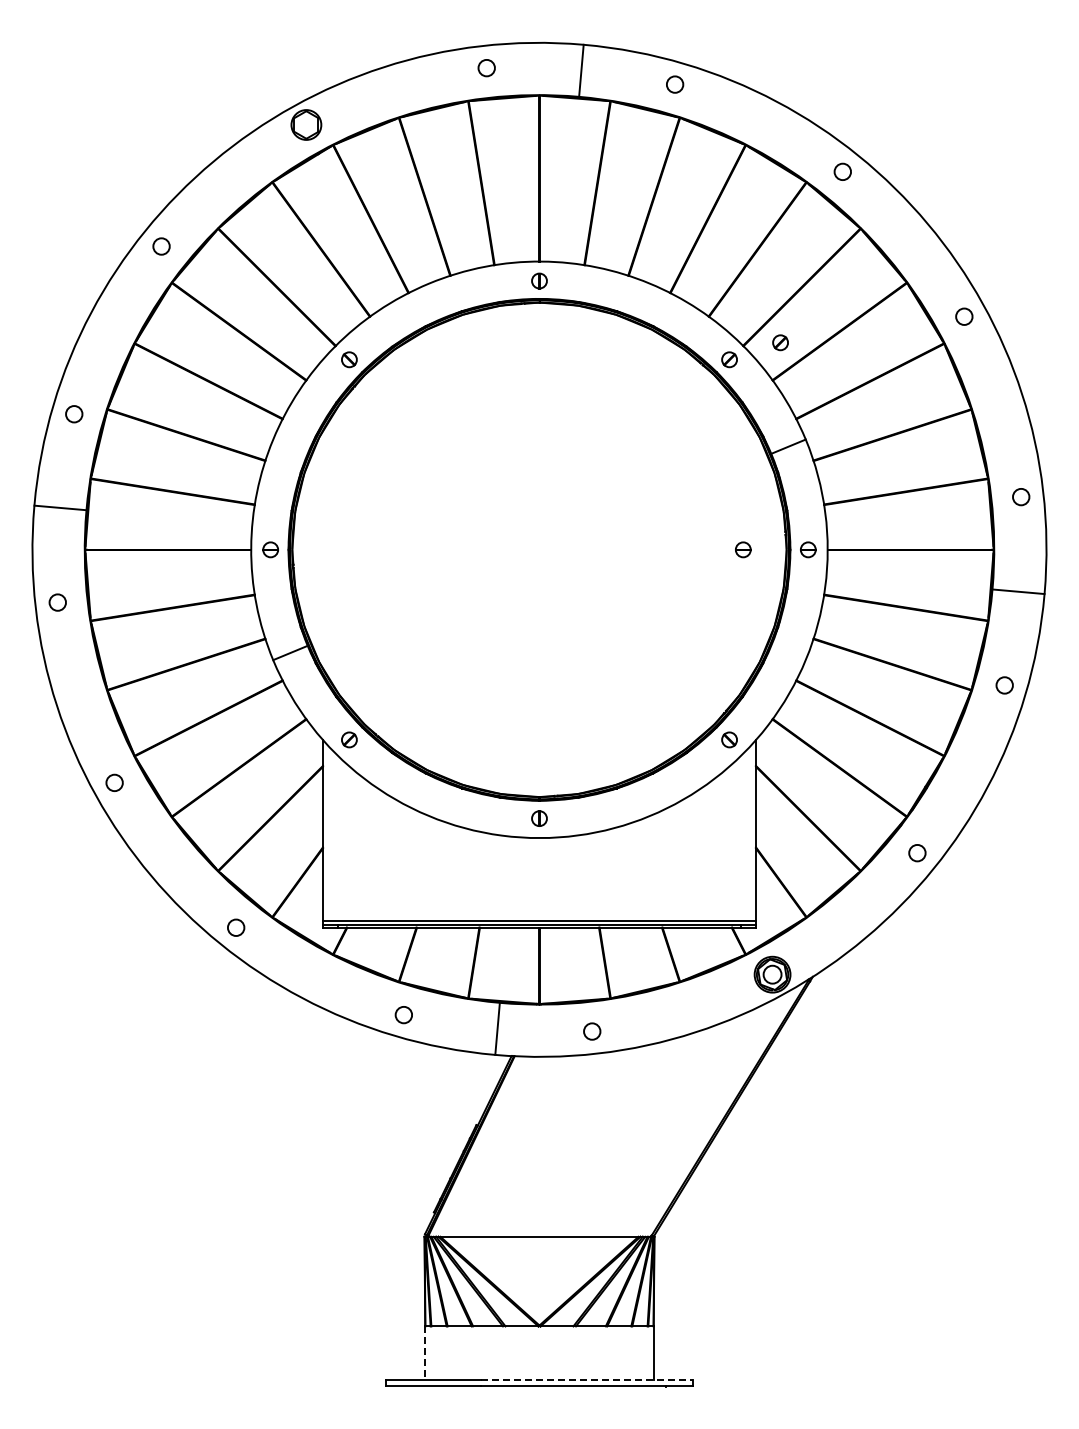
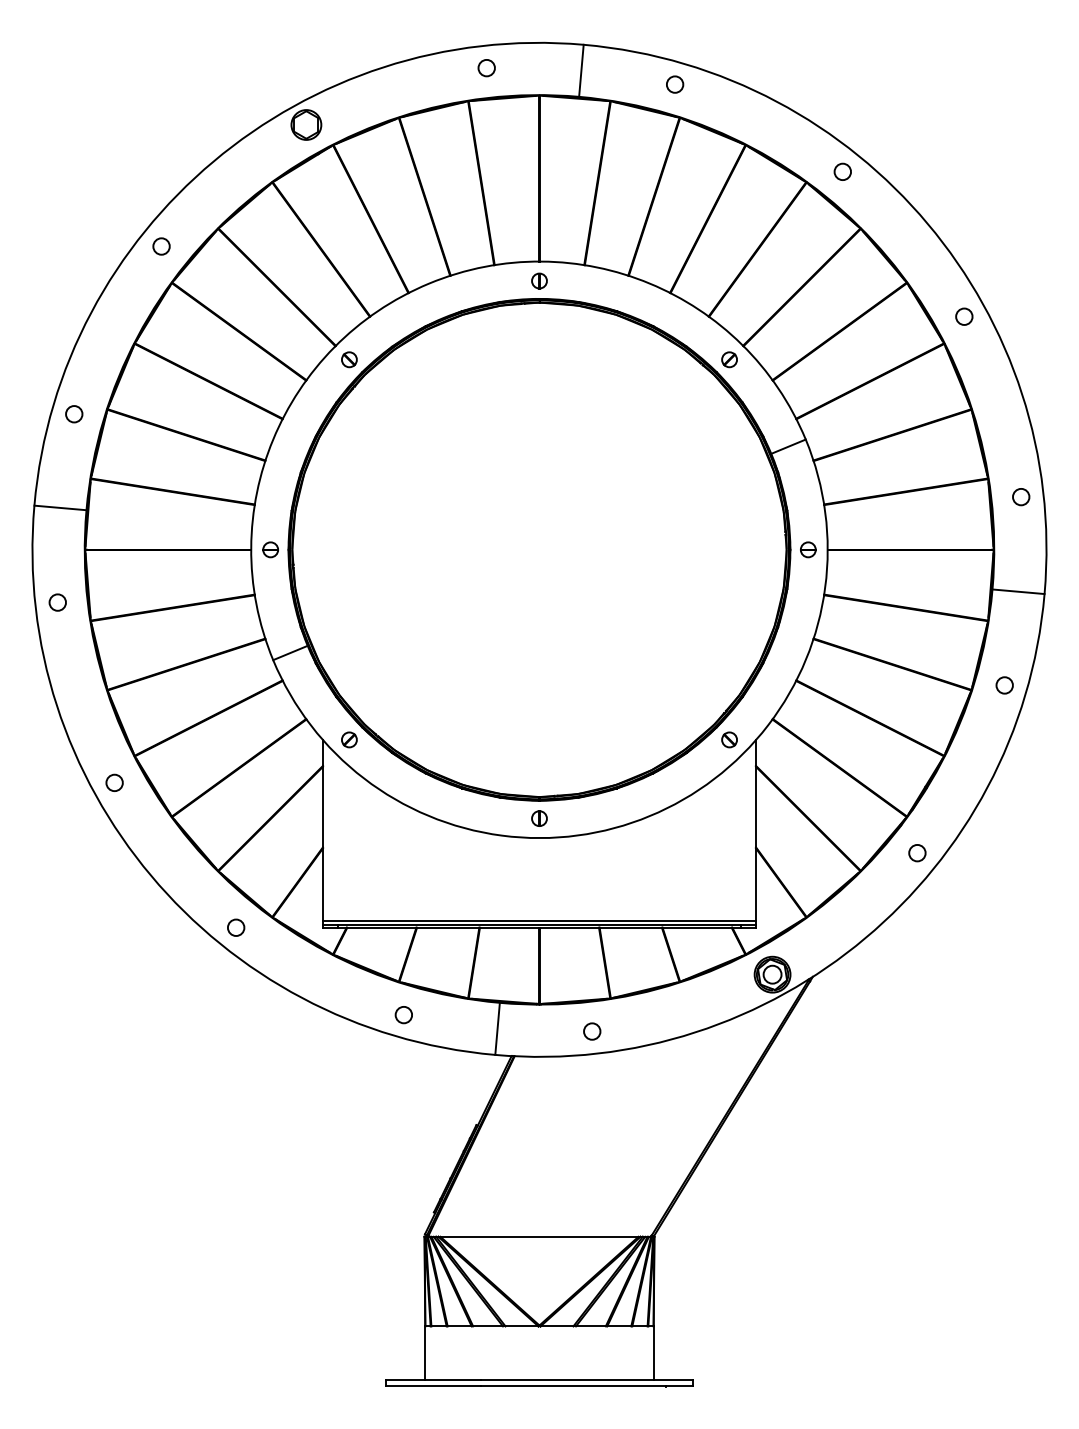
part at (780, 342): present -> none
part at (743, 549): present -> none
line at (425, 1353): dashed -> solid
line at (587, 1380): dashed -> solid
